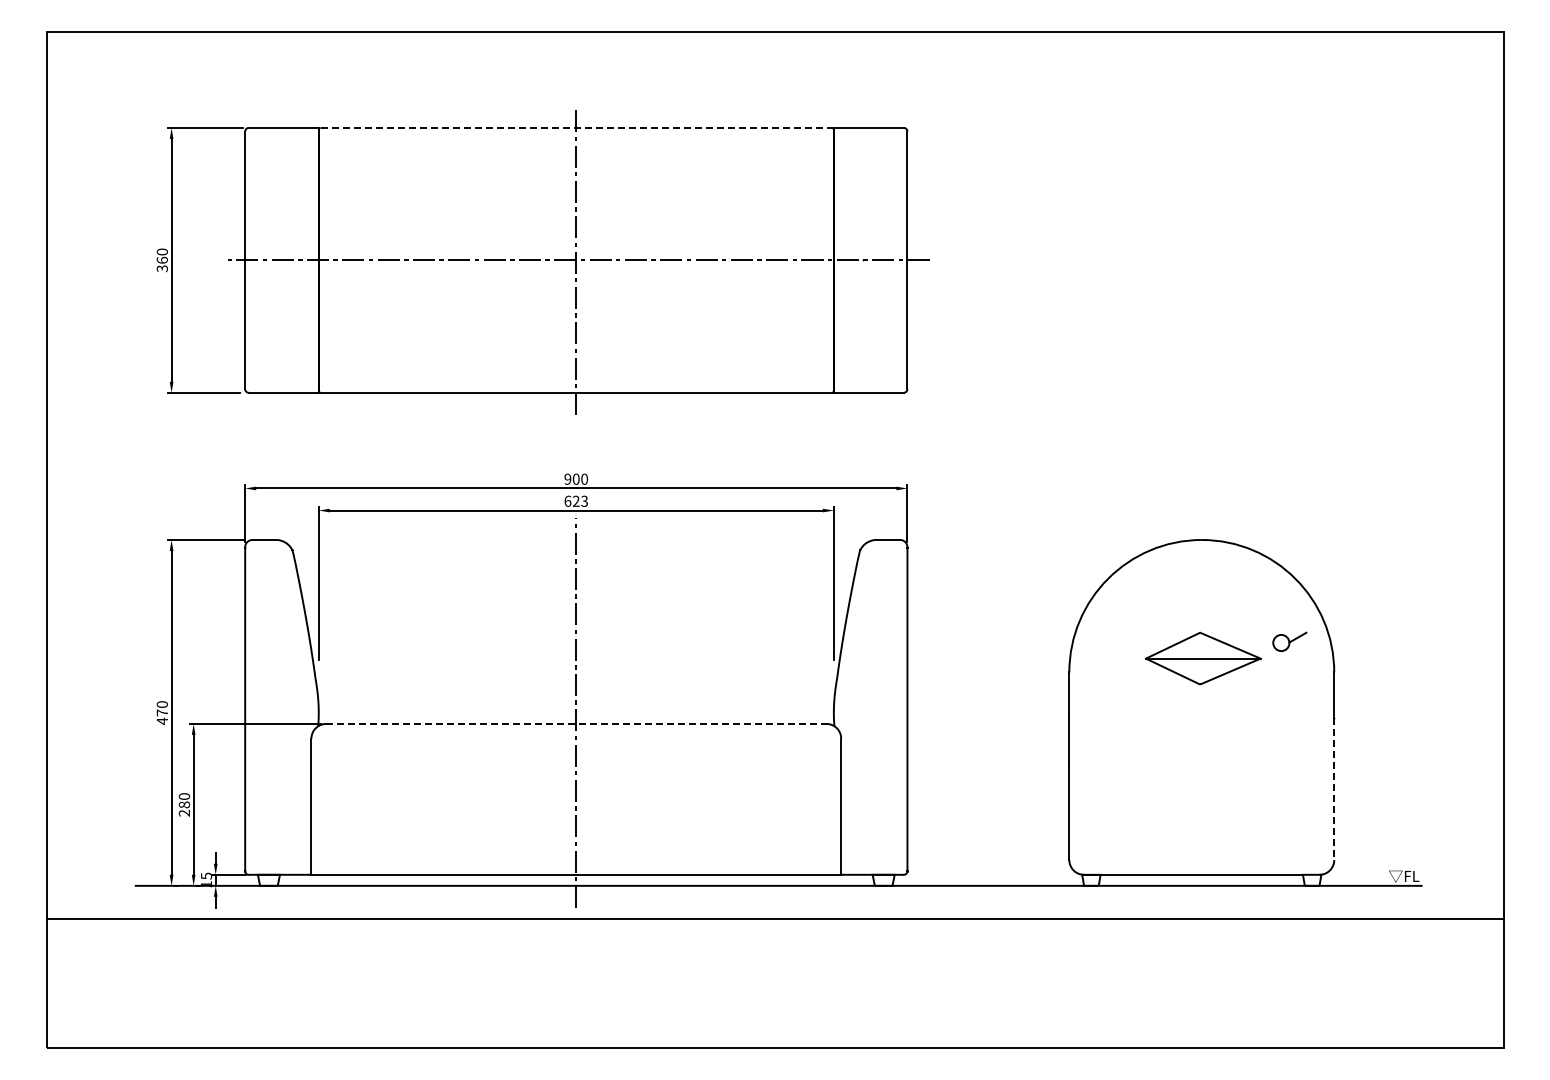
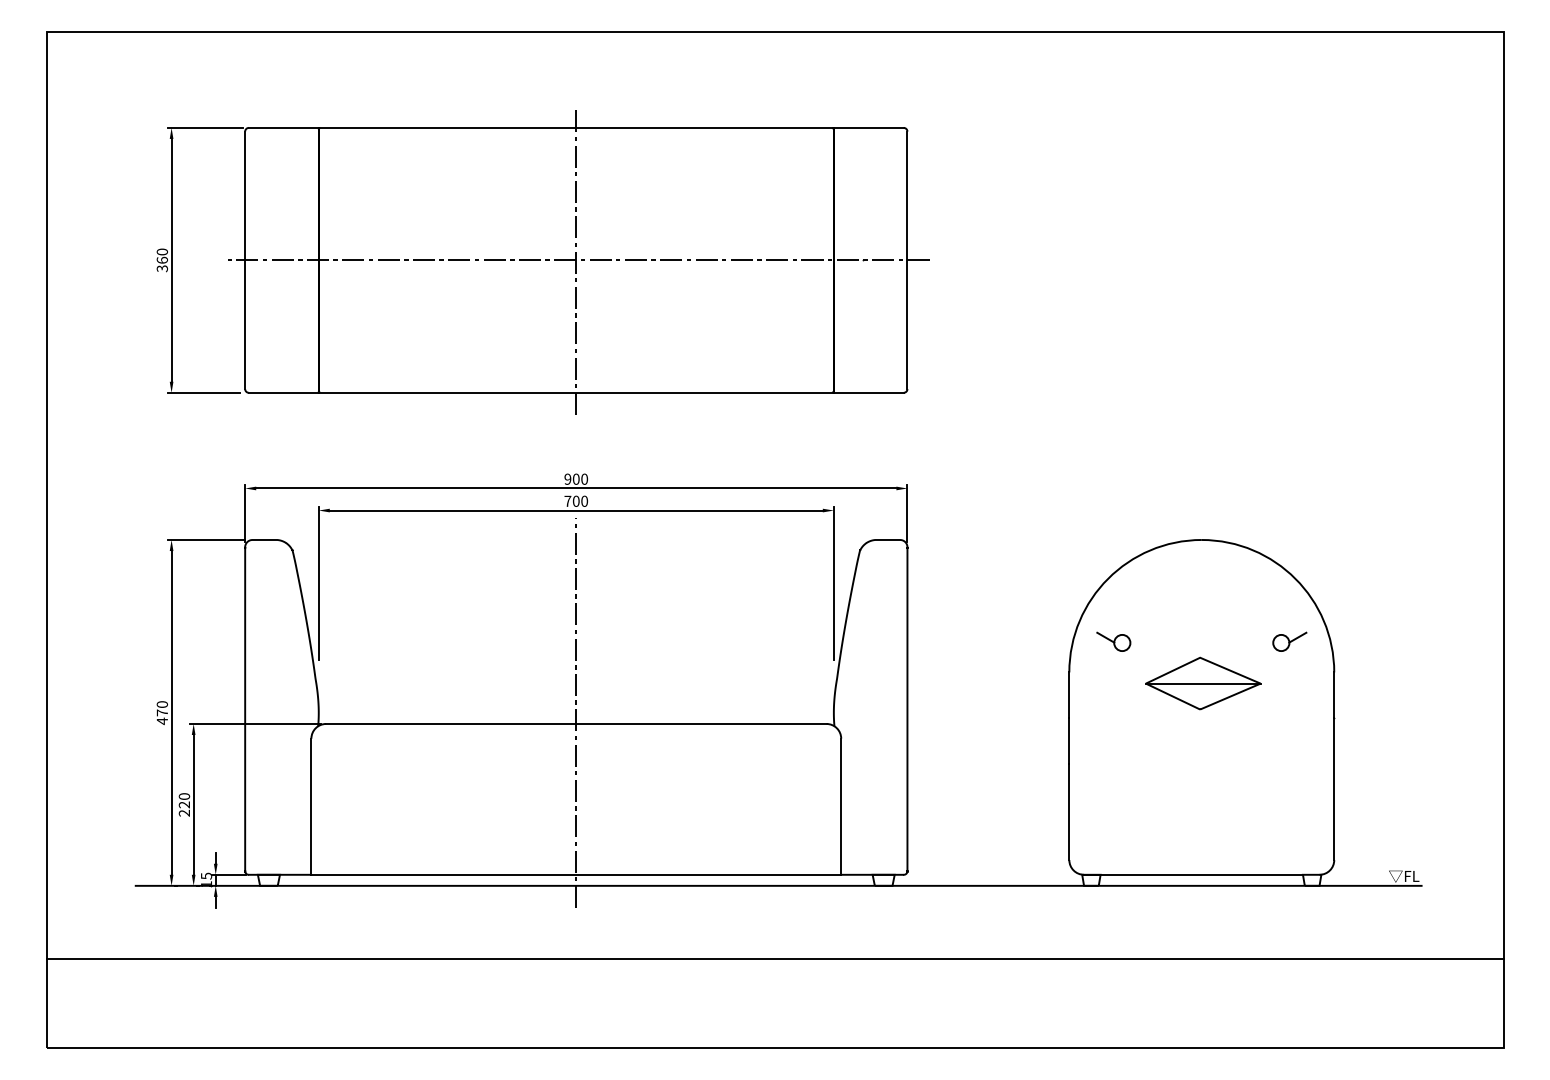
line at (576, 127): dashed -> solid
text at (576, 500): 623 -> 700
part at (1113, 641): none -> present
part at (1203, 658) position: (1203, 658) -> (1203, 683)
line at (576, 723): dashed -> solid
line at (1334, 789): dashed -> solid
text at (184, 804): 280 -> 220
line at (774, 919) position: (774, 919) -> (774, 959)
